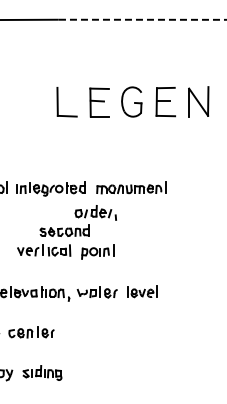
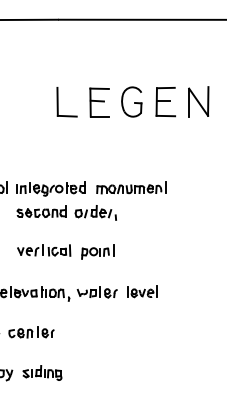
line at (142, 19): dashed -> solid
part at (64, 230) position: (64, 230) -> (41, 211)
